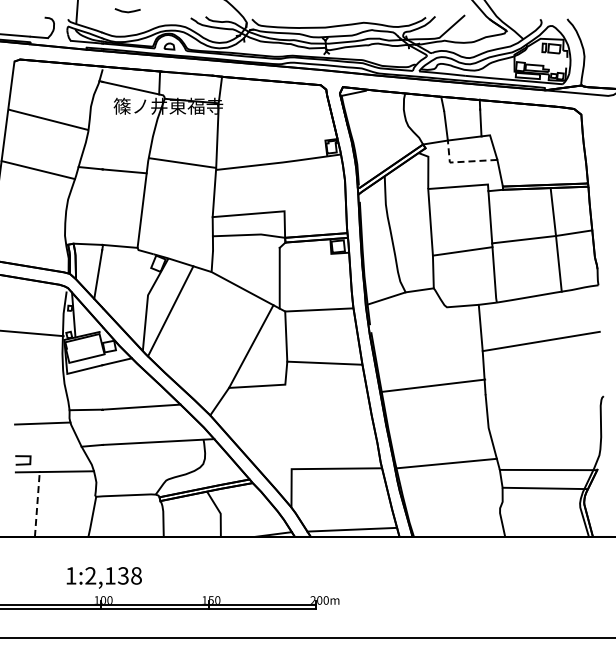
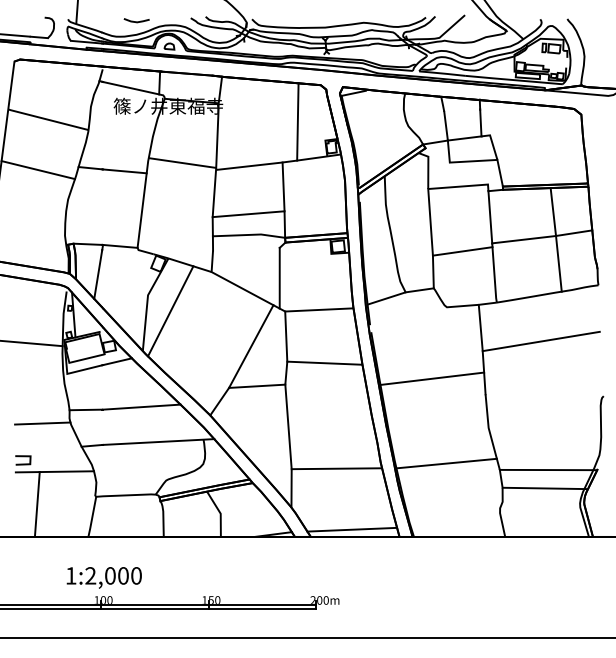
line at (127, 11) position: (127, 11) -> (136, 21)
line at (297, 121): none -> present
line at (461, 161): dashed -> solid
line at (283, 186): none -> present
line at (32, 333) position: (32, 333) -> (32, 343)
line at (433, 385) position: (433, 385) -> (432, 378)
line at (288, 426): none -> present
line at (37, 504): dashed -> solid
text at (123, 575): 1:2,138 -> 1:2,000
